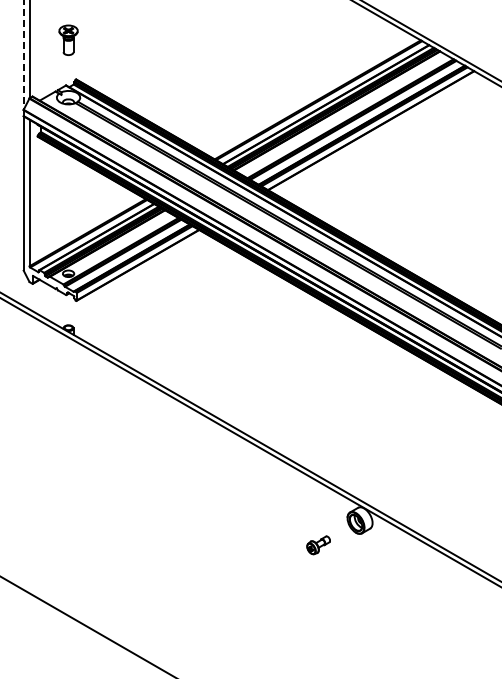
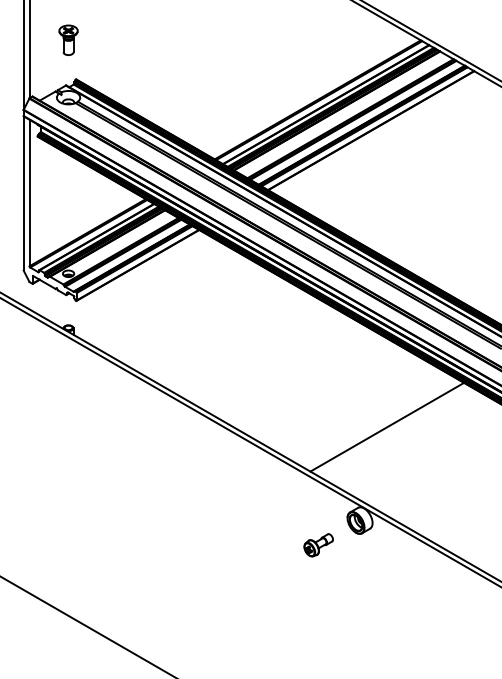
line at (23, 55): dashed -> solid
line at (387, 426): none -> present
part at (318, 545) size: 25x21 px -> 31x25 px
